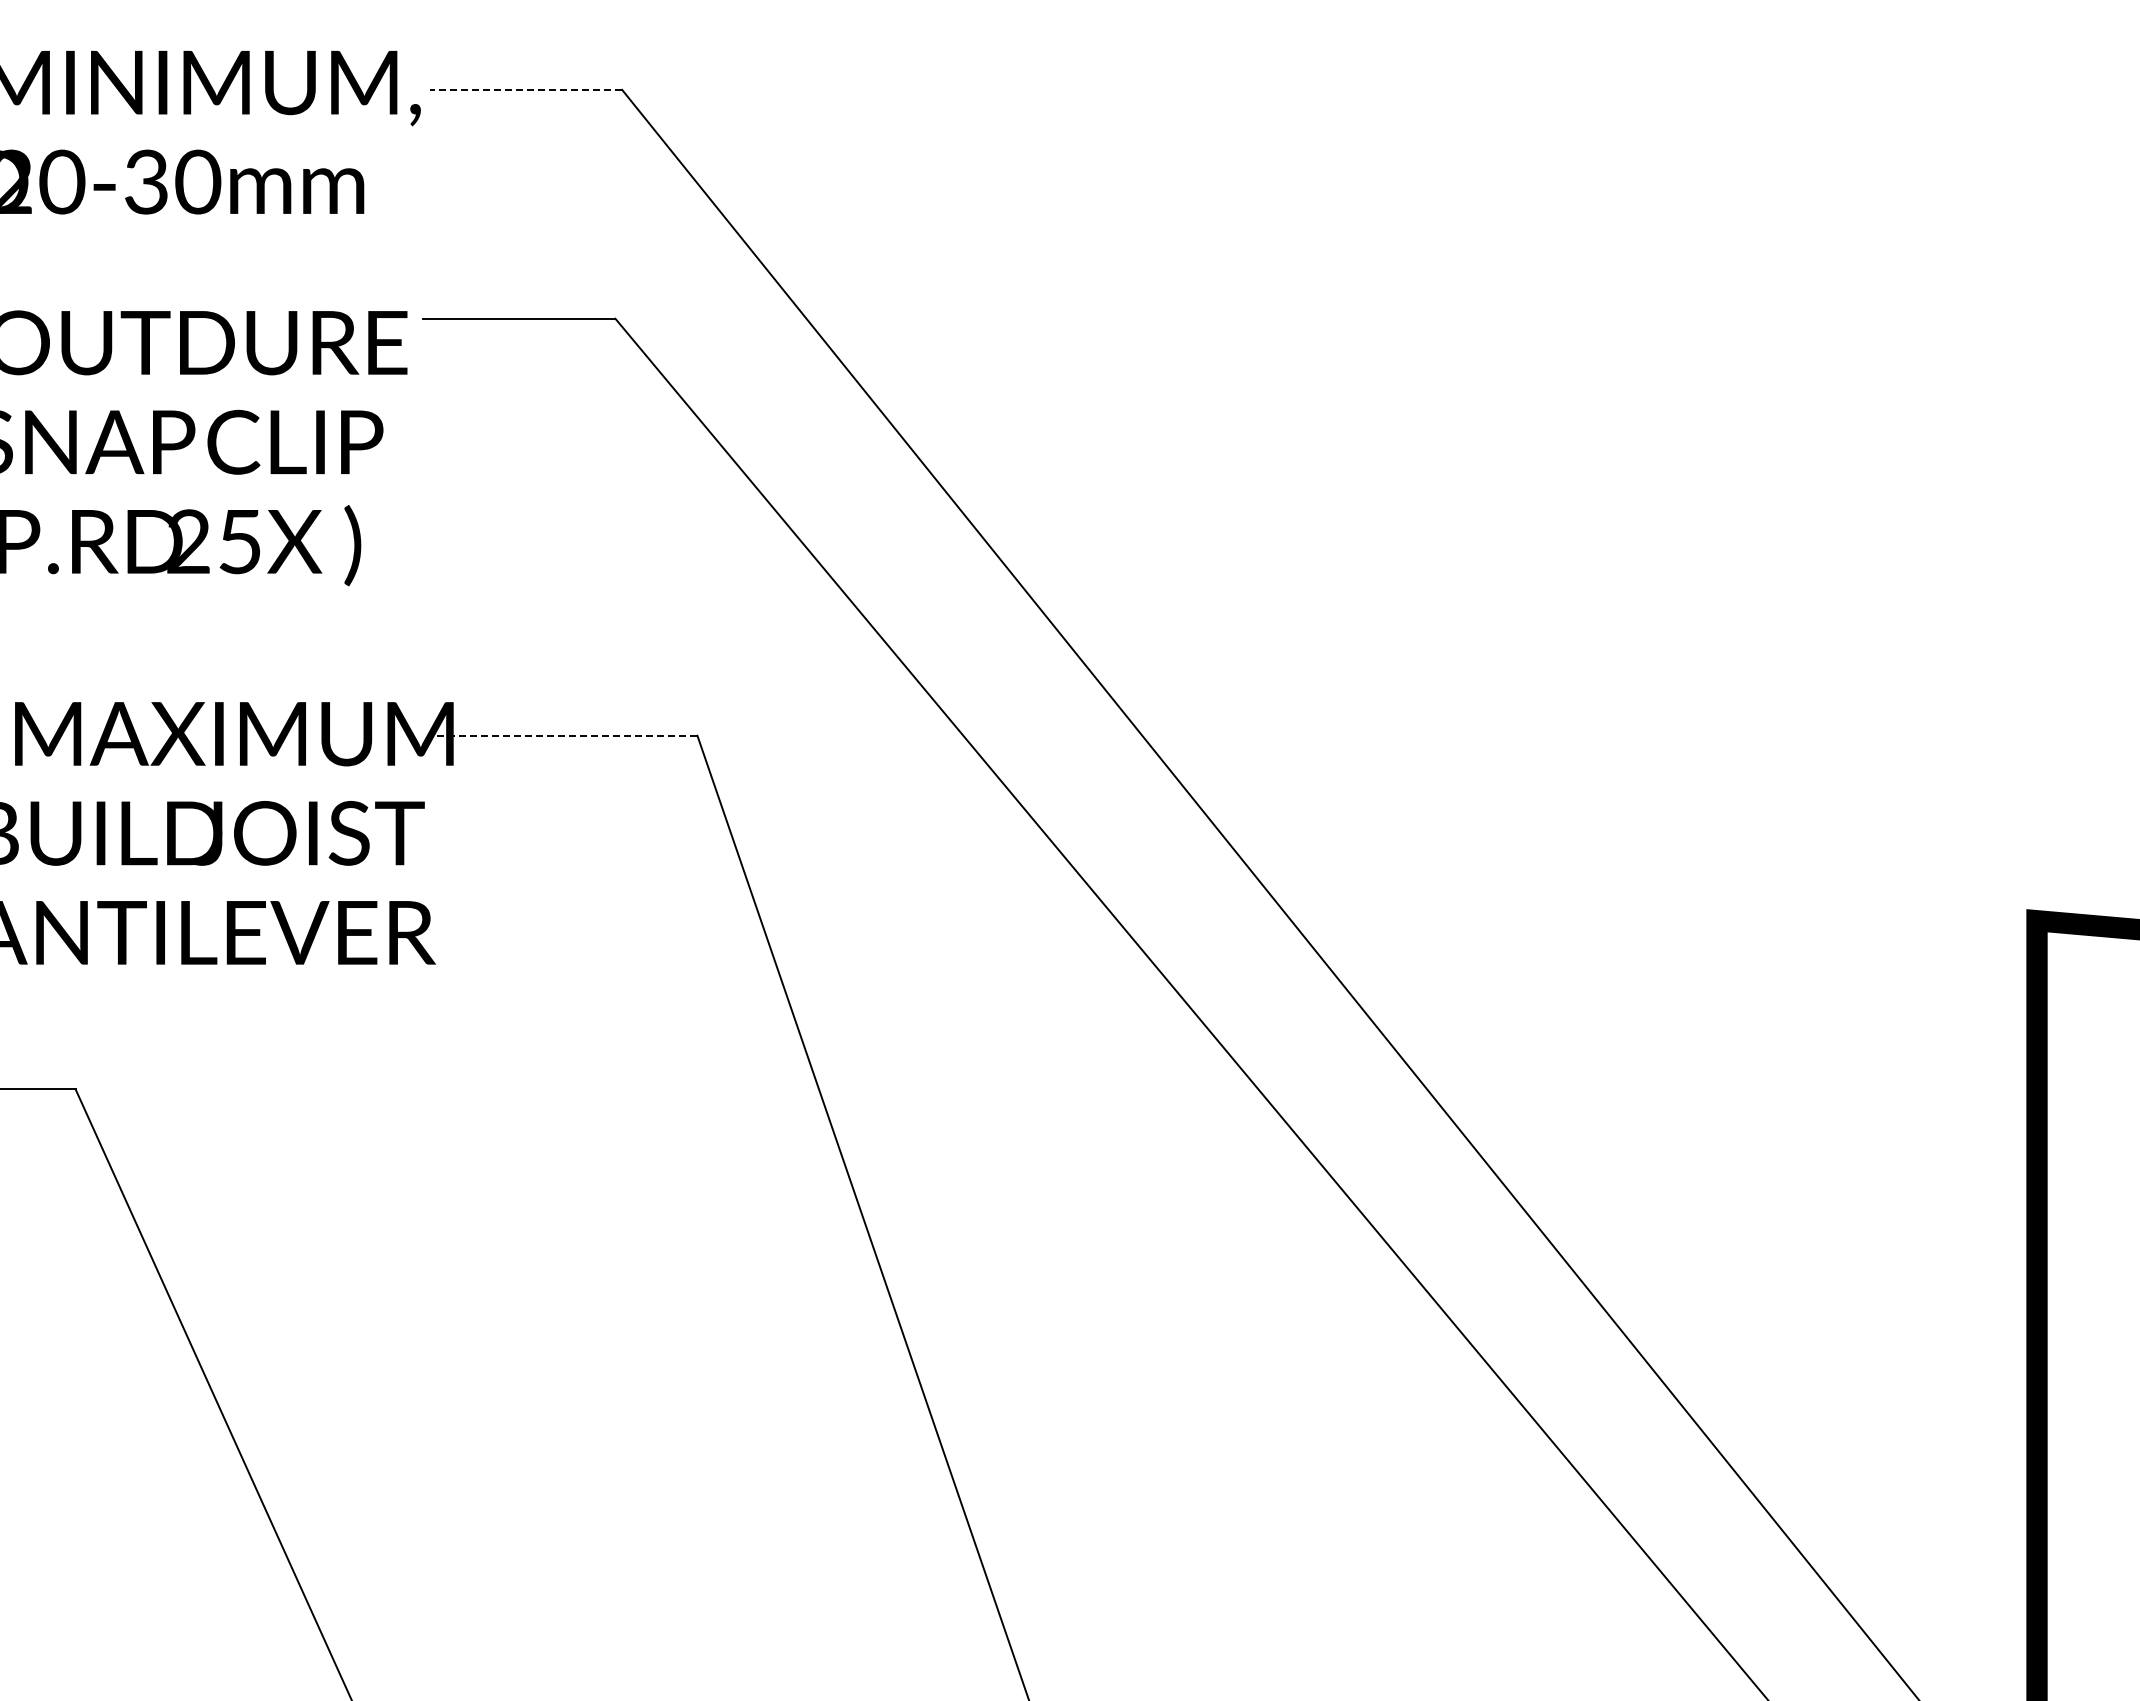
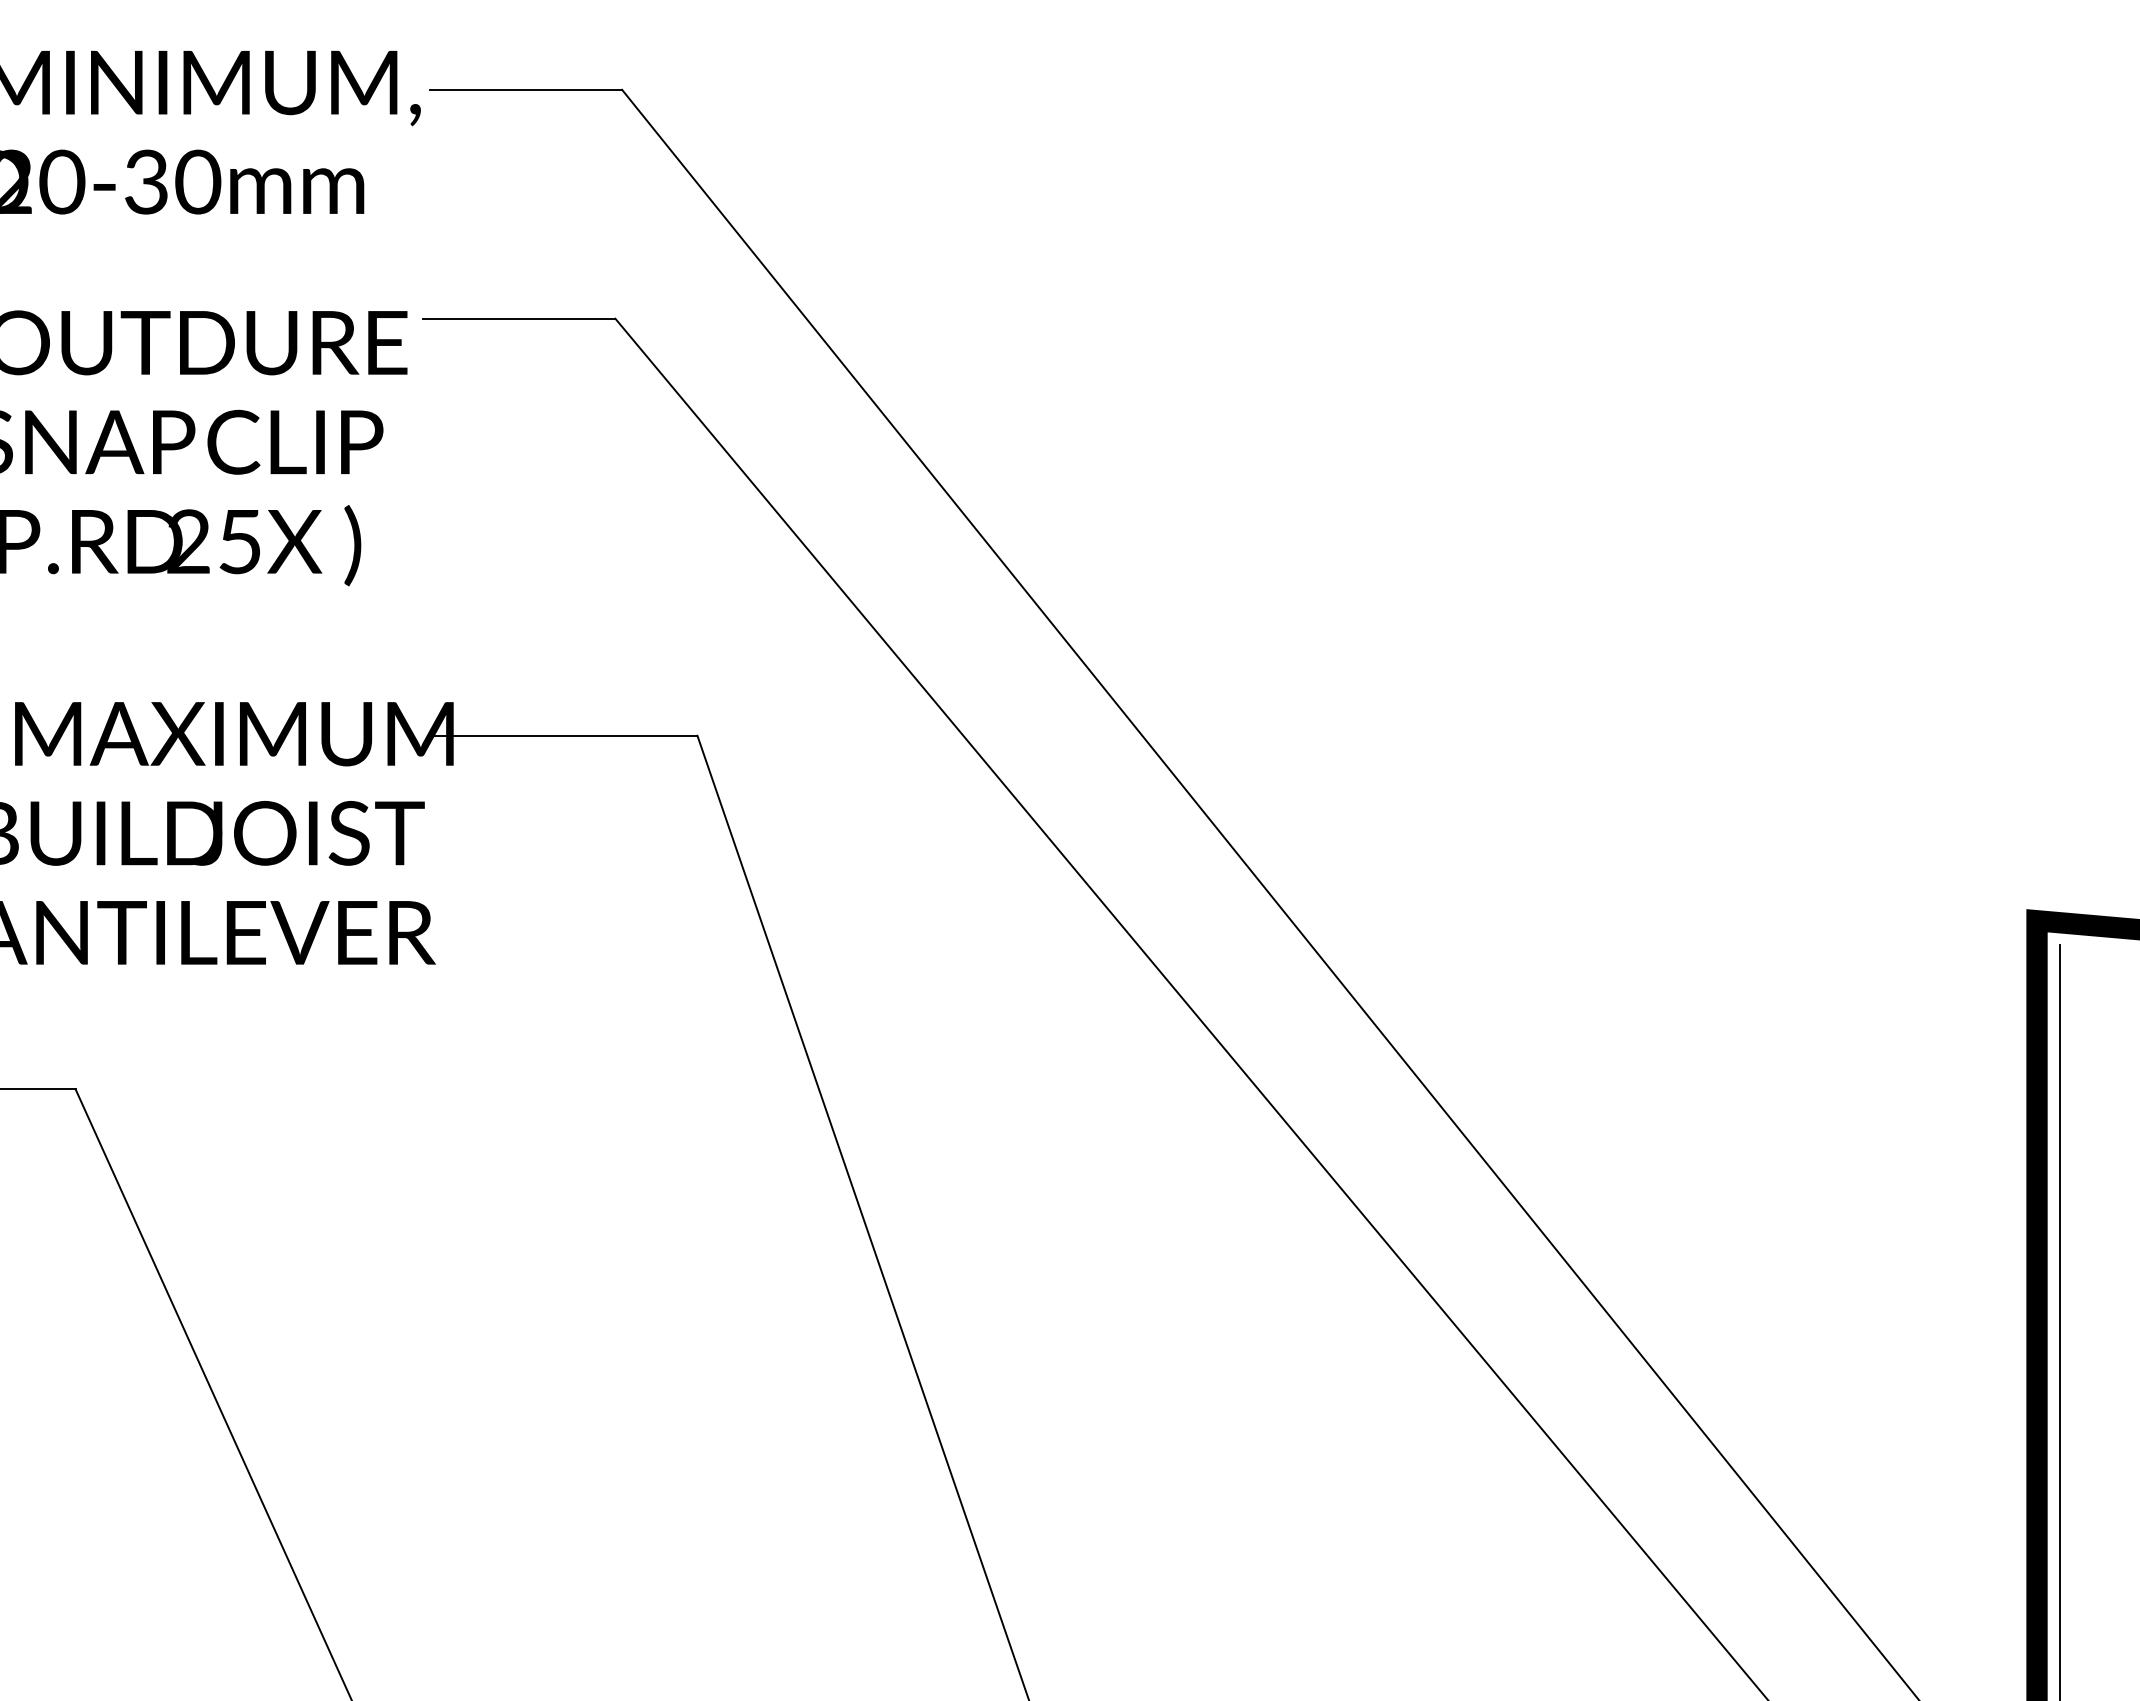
line at (525, 89): dashed -> solid
line at (563, 735): dashed -> solid
line at (2059, 1321): none -> present
